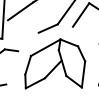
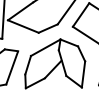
line at (23, 26): none -> present
line at (83, 33): none -> present
line at (11, 67): none -> present
